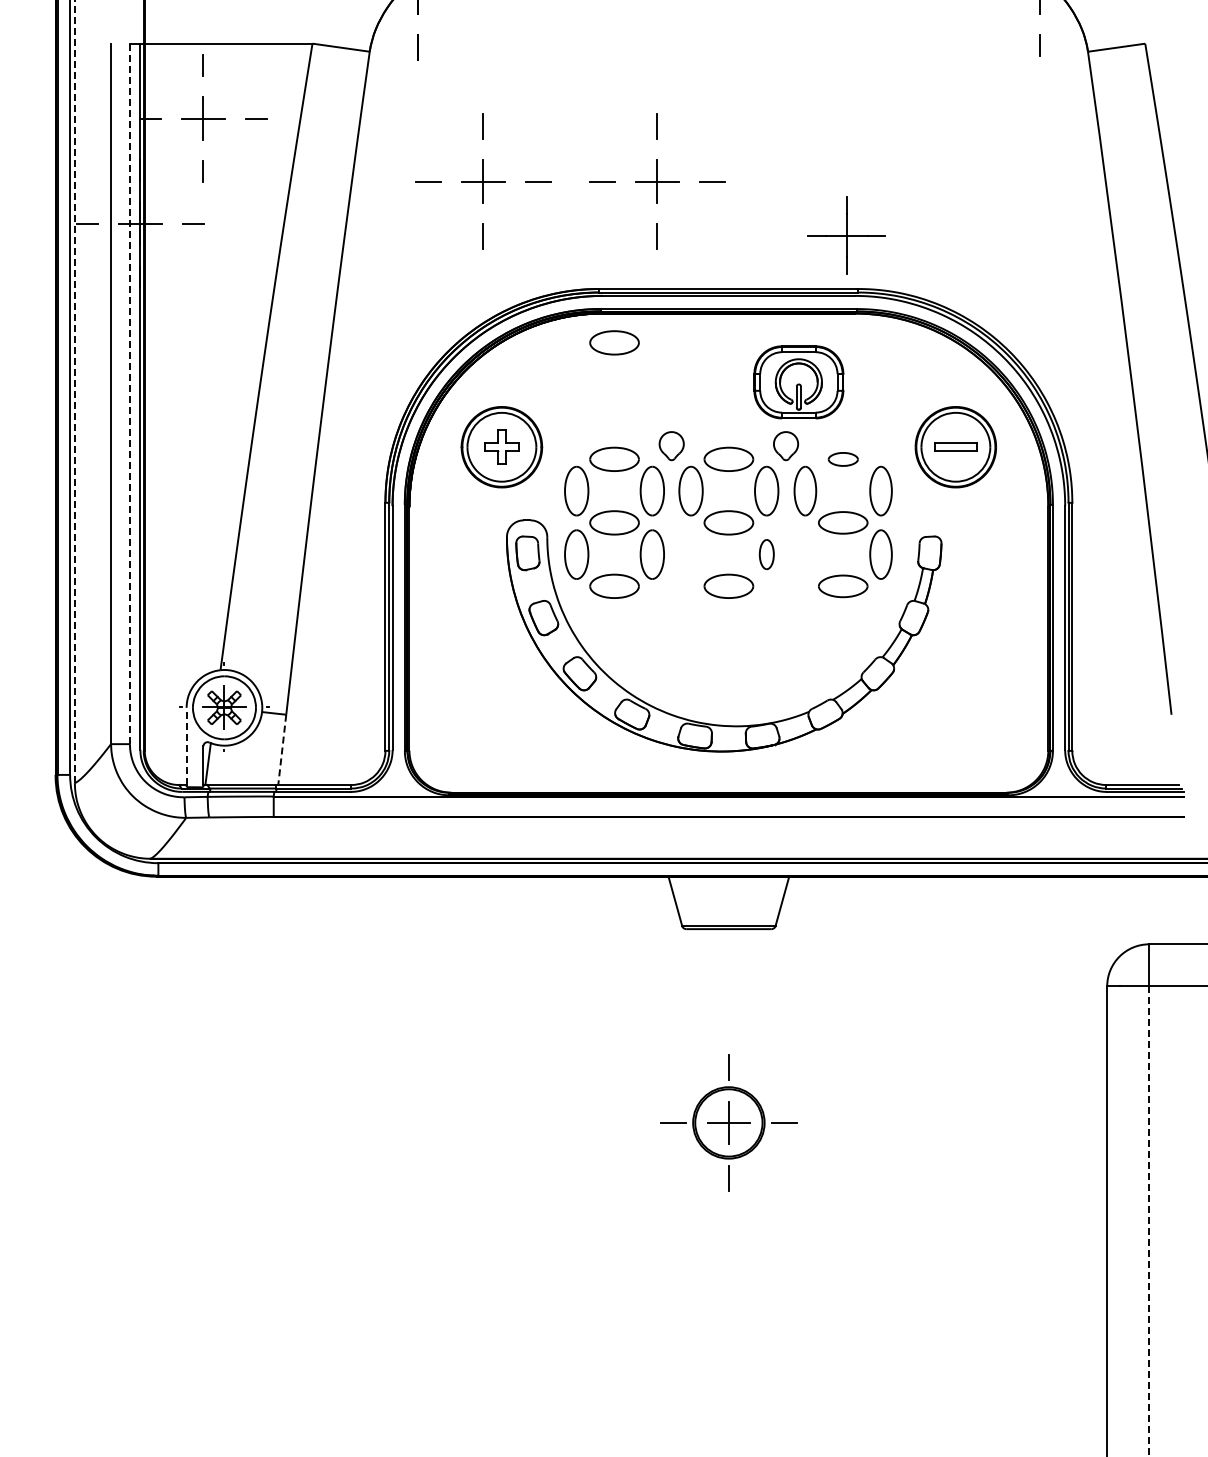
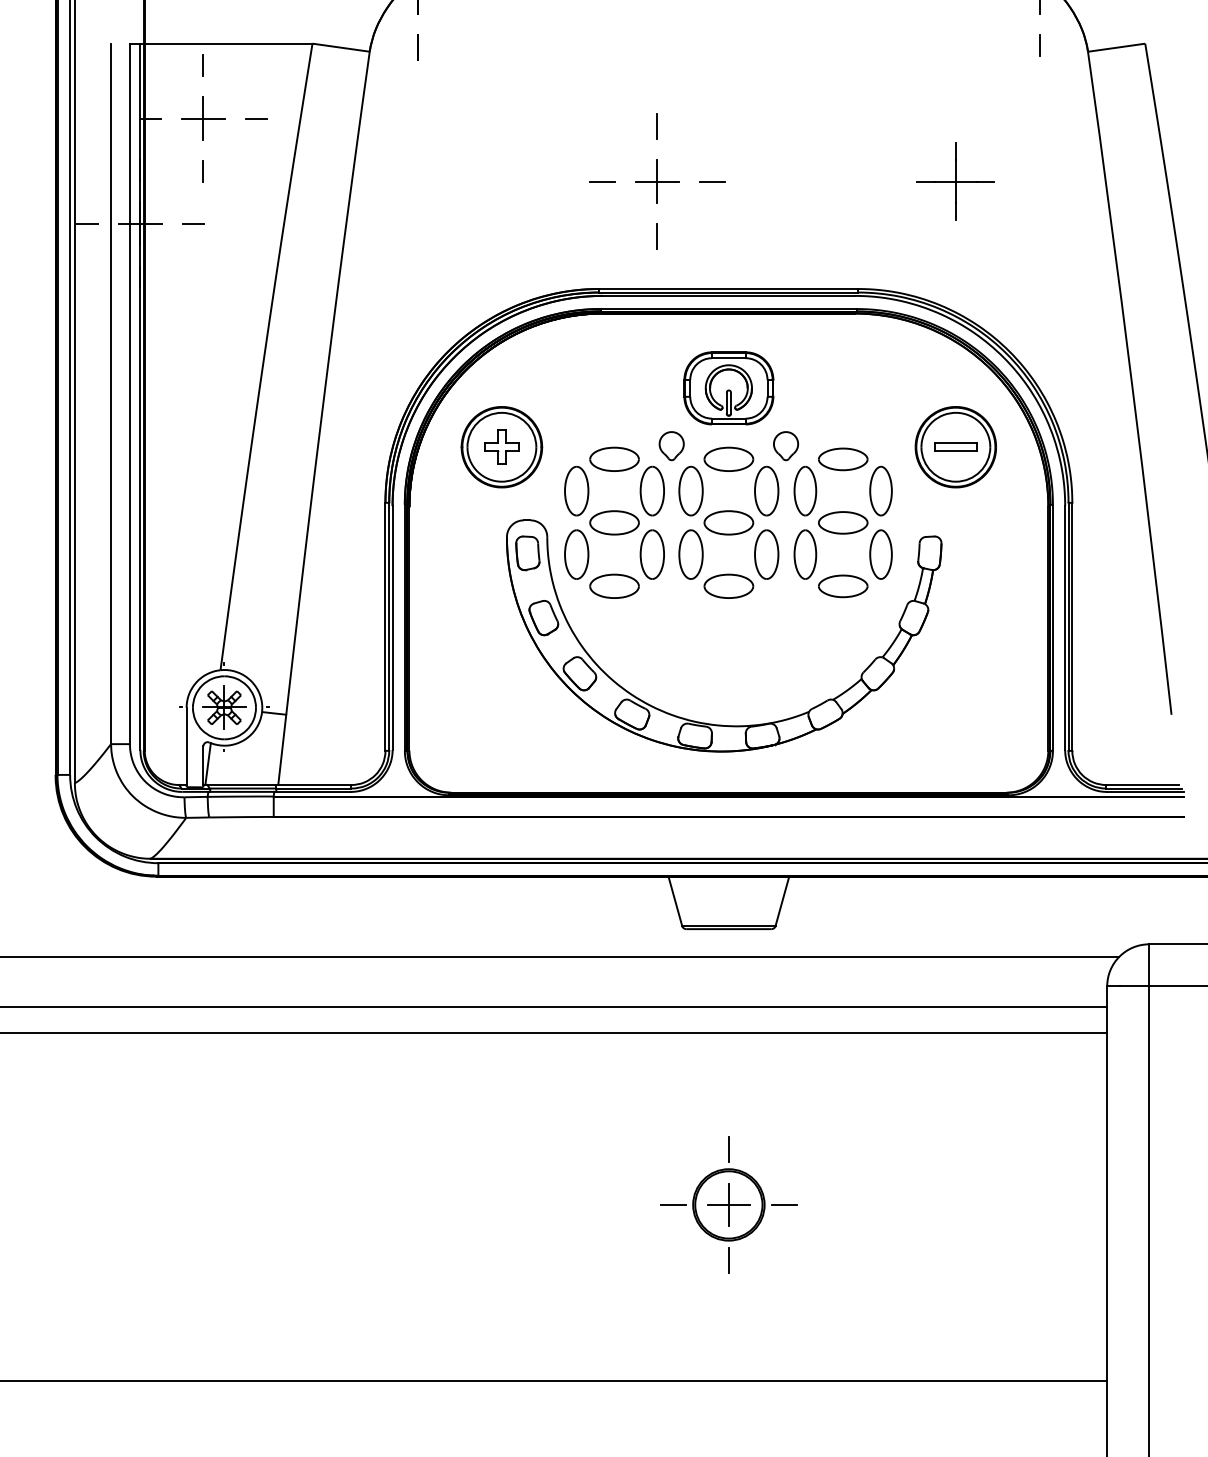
part at (483, 181): present -> none
part at (846, 235) position: (846, 235) -> (955, 181)
part at (614, 342): present -> none
part at (798, 382) position: (798, 382) -> (728, 388)
line at (74, 391): dashed -> solid
line at (129, 393): dashed -> solid
part at (842, 459) size: 32x15 px -> 51x25 px
part at (690, 554): none -> present
part at (766, 554) size: 17x32 px -> 26x51 px
part at (805, 554): none -> present
line at (186, 746): dashed -> solid
line at (282, 750): dashed -> solid
line at (560, 956): none -> present
line at (554, 1007): none -> present
line at (554, 1032): none -> present
part at (728, 1122) position: (728, 1122) -> (728, 1204)
line at (1149, 1221): dashed -> solid
line at (554, 1381): none -> present
